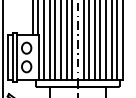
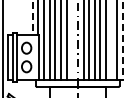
line at (32, 18): solid -> dashed
line at (72, 40): present -> none
line at (111, 40): present -> none
line at (122, 40): solid -> dashed
